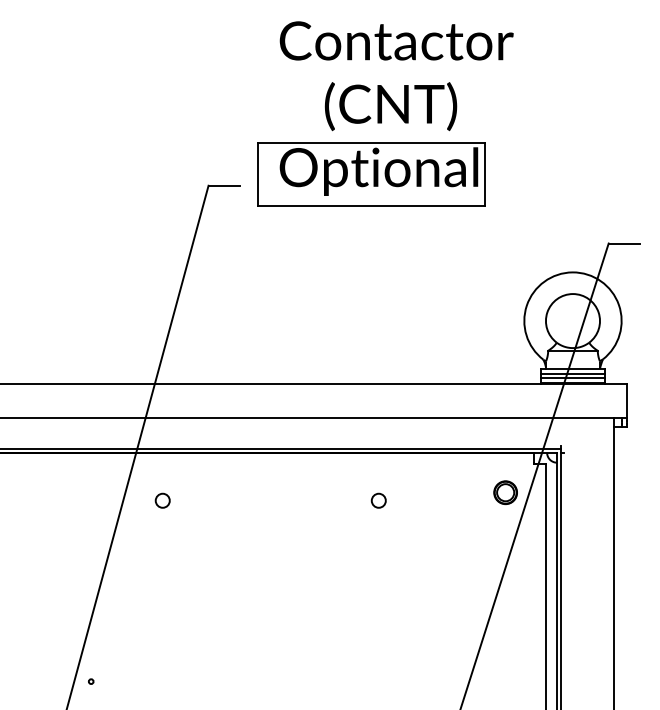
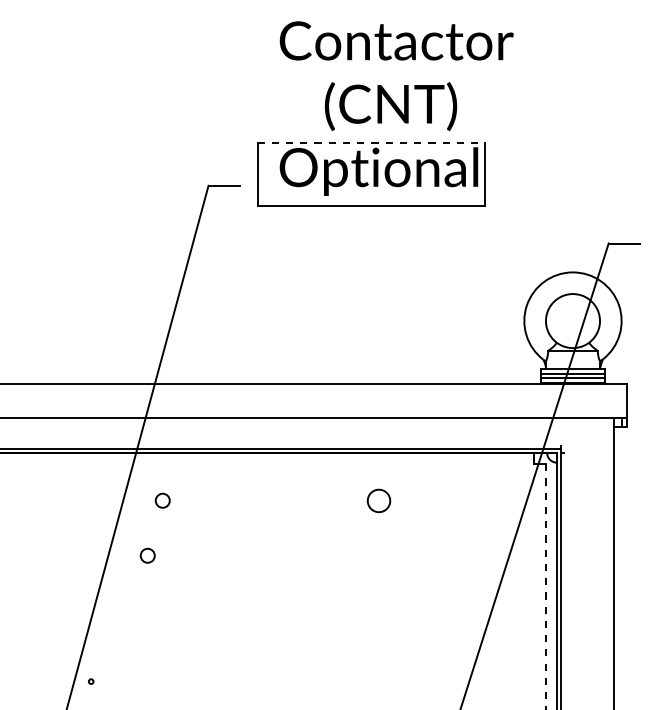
line at (371, 142): solid -> dashed
part at (505, 492): present -> none
circle at (378, 500) size: 17x17 px -> 26x26 px
circle at (147, 555): none -> present
line at (545, 587): solid -> dashed
